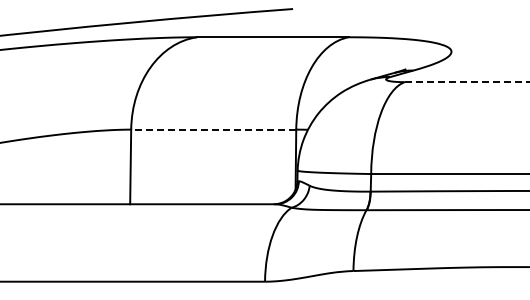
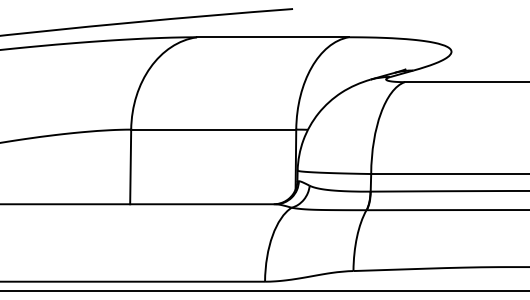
line at (467, 82): dashed -> solid
line at (213, 129): dashed -> solid
line at (264, 290): none -> present
